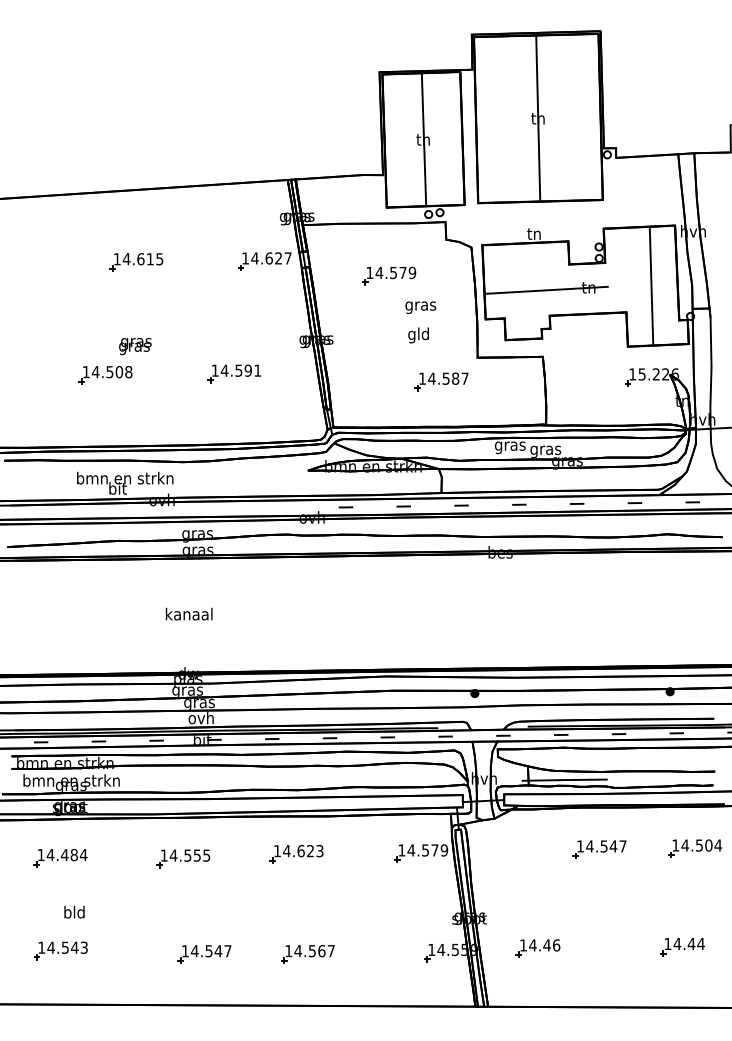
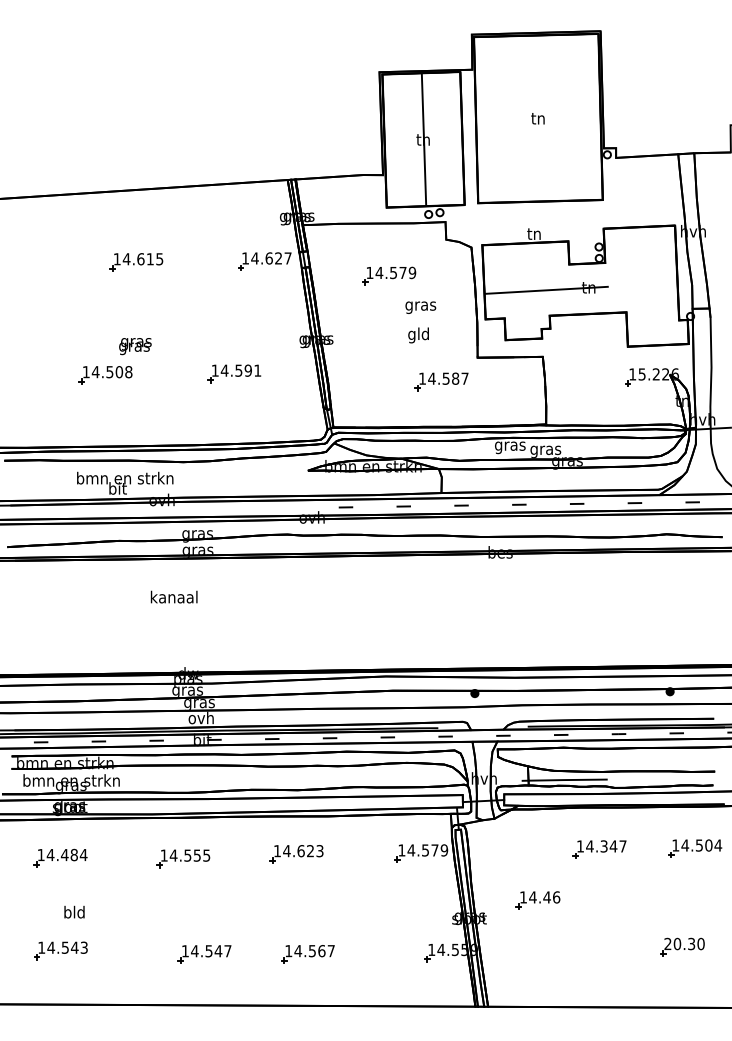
line at (538, 118): present -> none
line at (651, 285): present -> none
text at (188, 613) position: (188, 613) -> (173, 596)
text at (604, 845): 14.547 -> 14.347
text at (684, 943): 14.44 -> 20.30
part at (537, 948) position: (537, 948) -> (537, 900)
